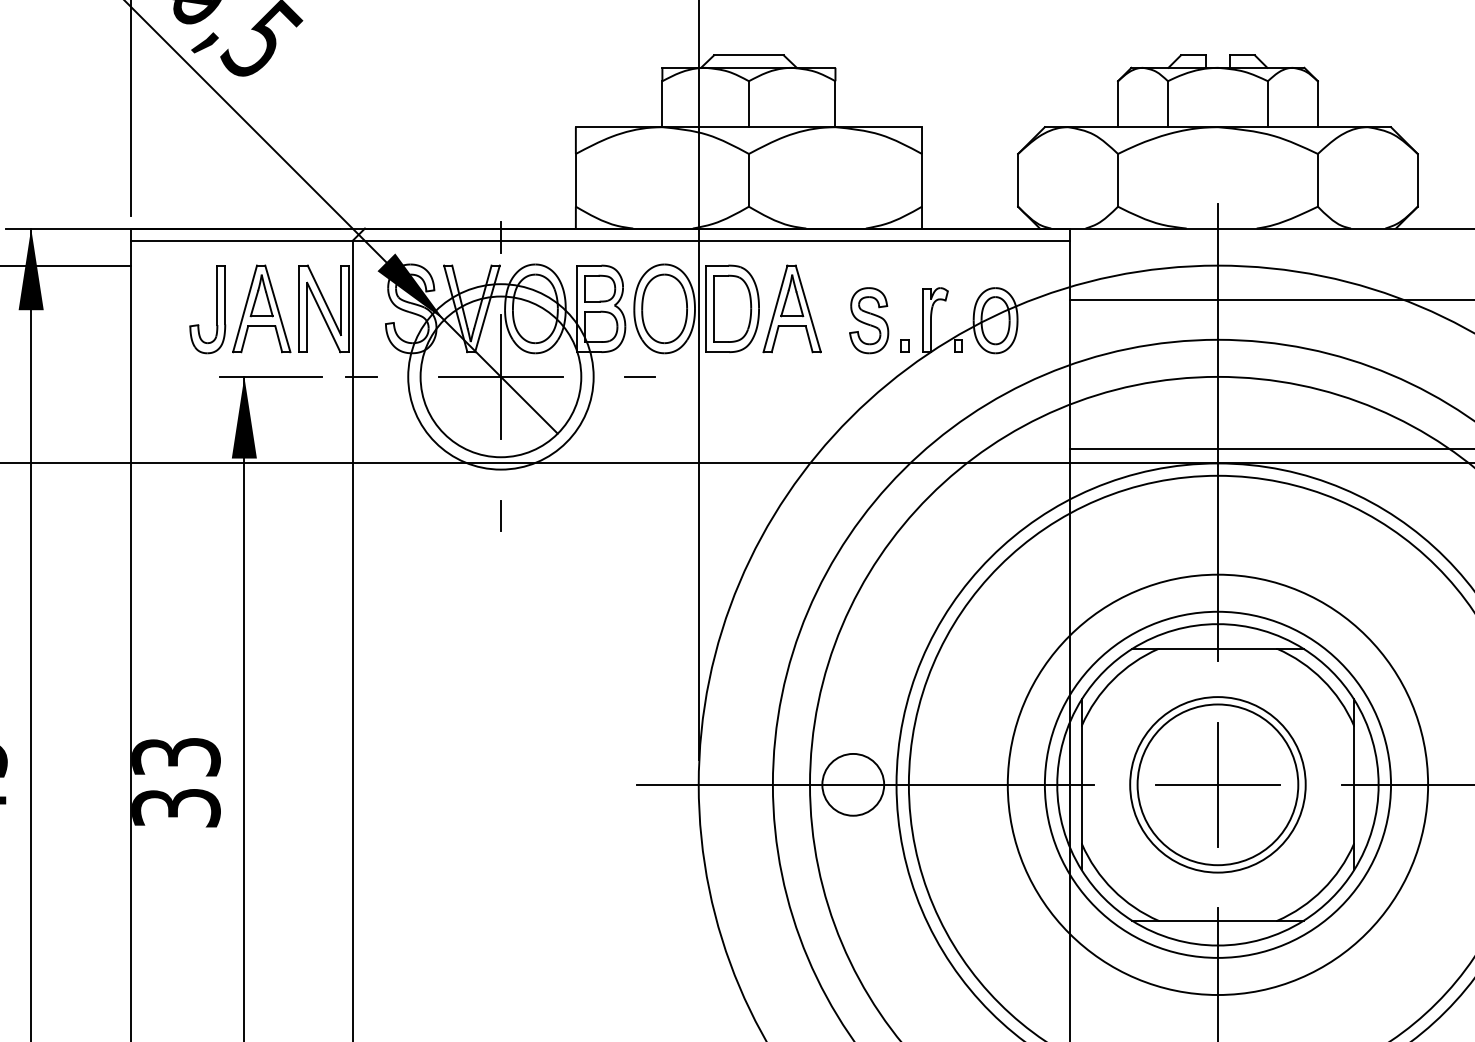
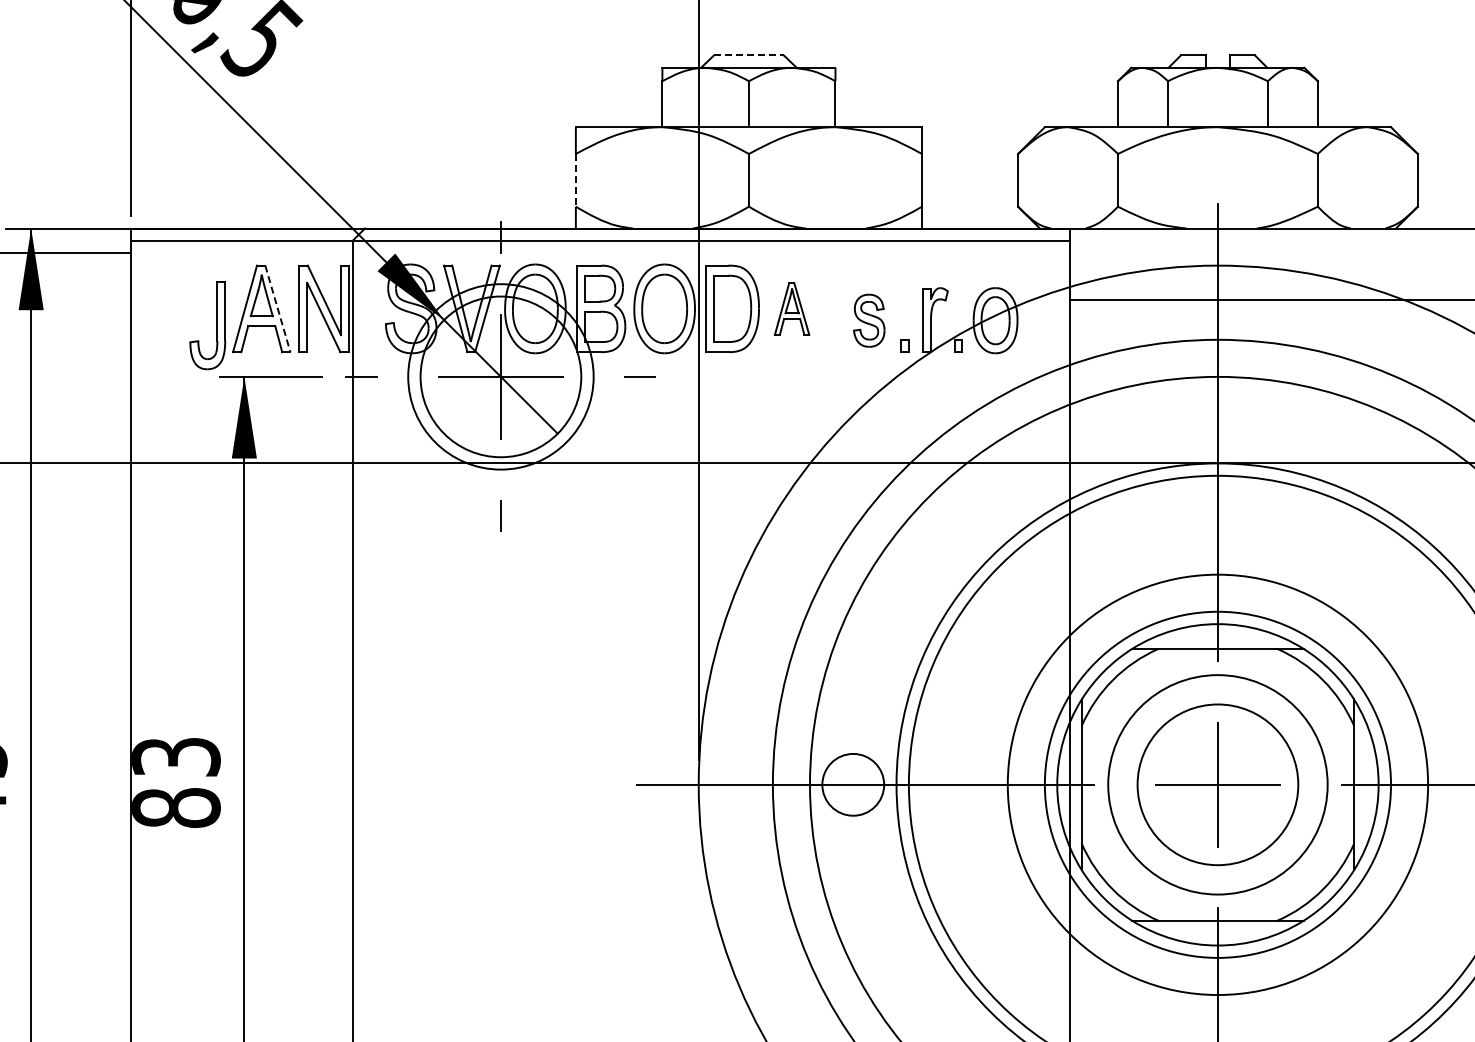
line at (748, 55): solid -> dashed
line at (575, 180): solid -> dashed
line at (66, 265) position: (66, 265) -> (66, 252)
part at (791, 308) size: 60x90 px -> 37x54 px
part at (216, 309) position: (216, 309) -> (216, 325)
line at (278, 309): solid -> dashed
part at (869, 320) size: 41x68 px -> 33x55 px
line at (1270, 448): present -> none
circle at (1217, 784) diameter: 176 px -> 219 px
text at (176, 807): 33 -> 83
